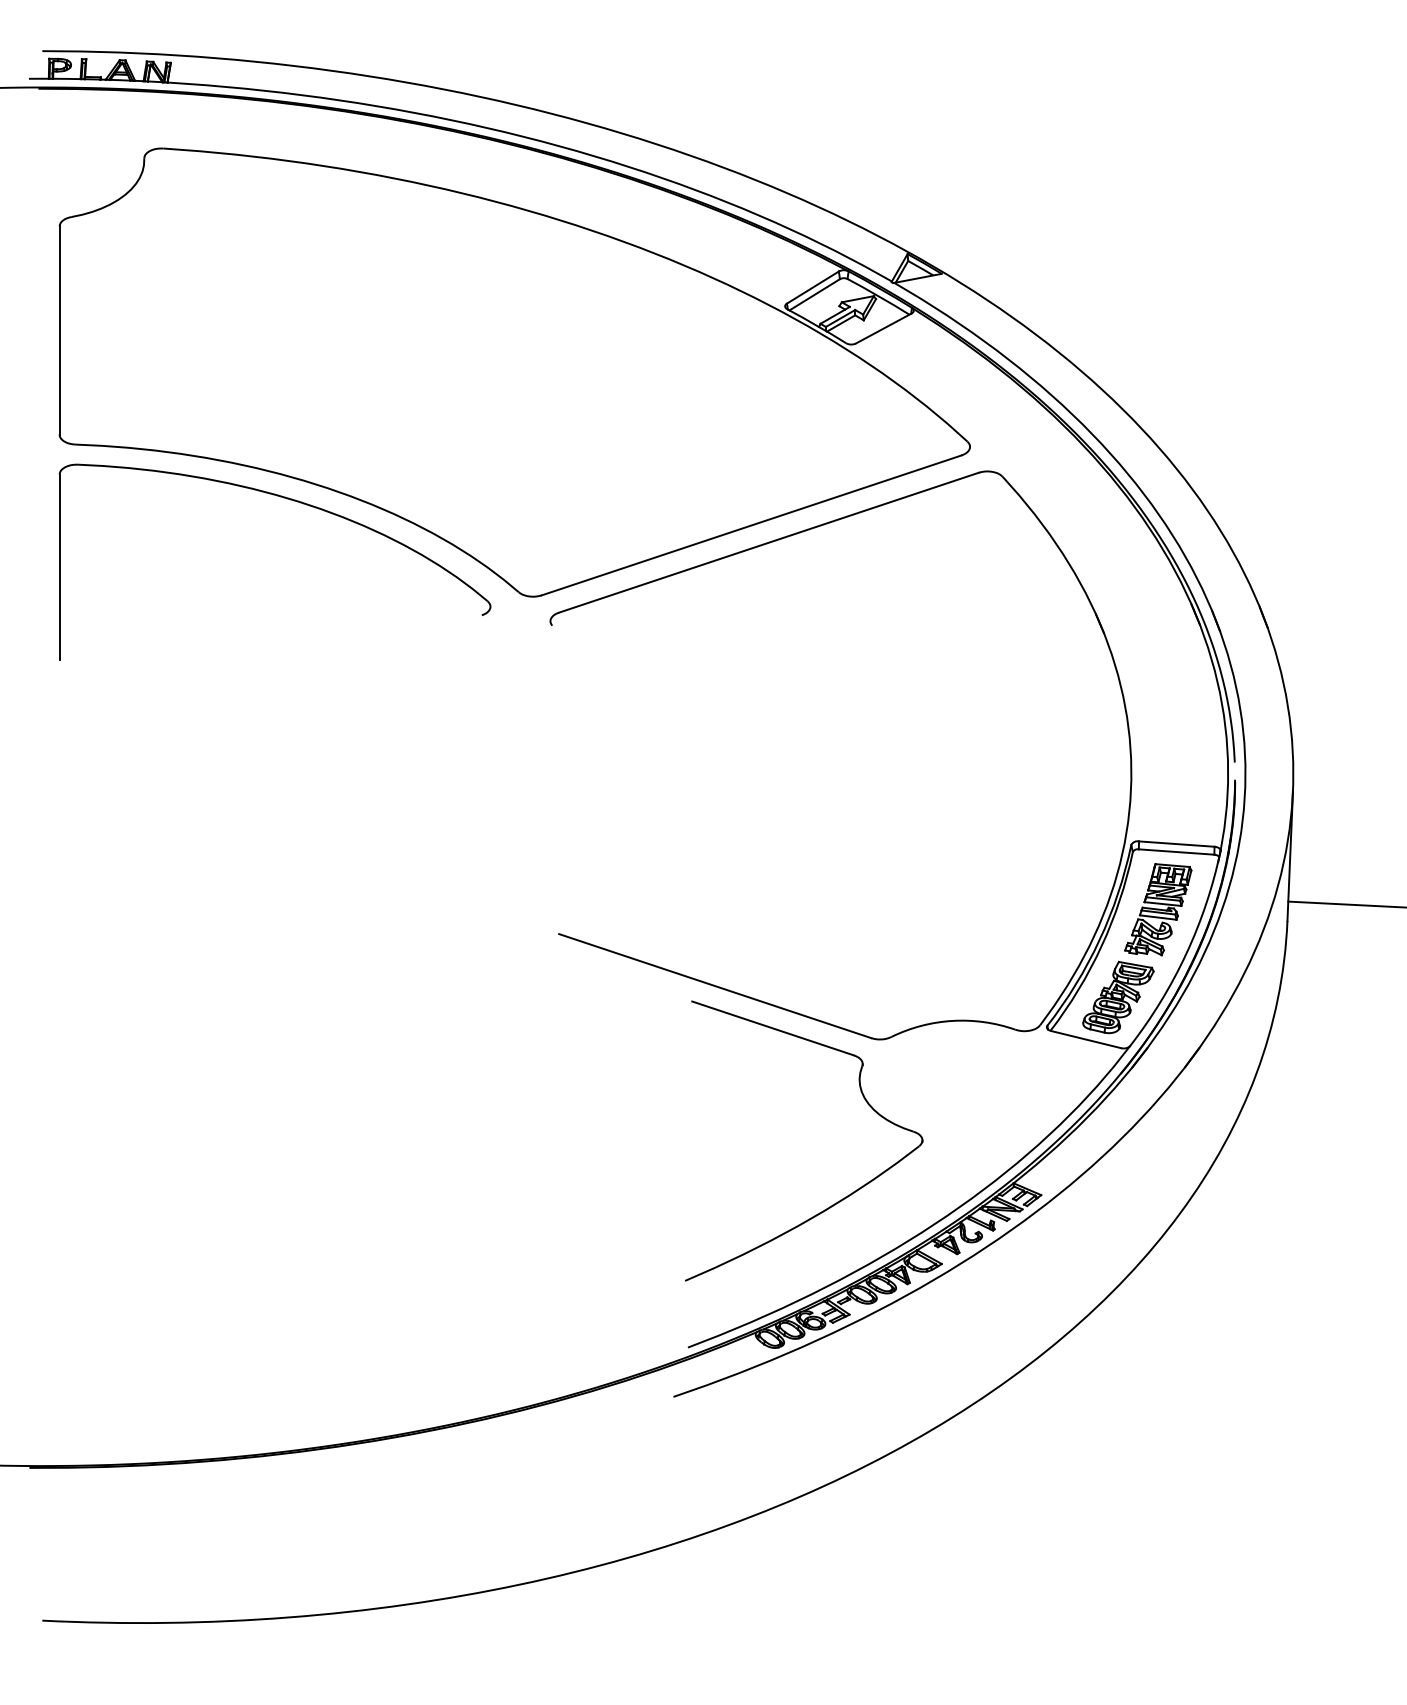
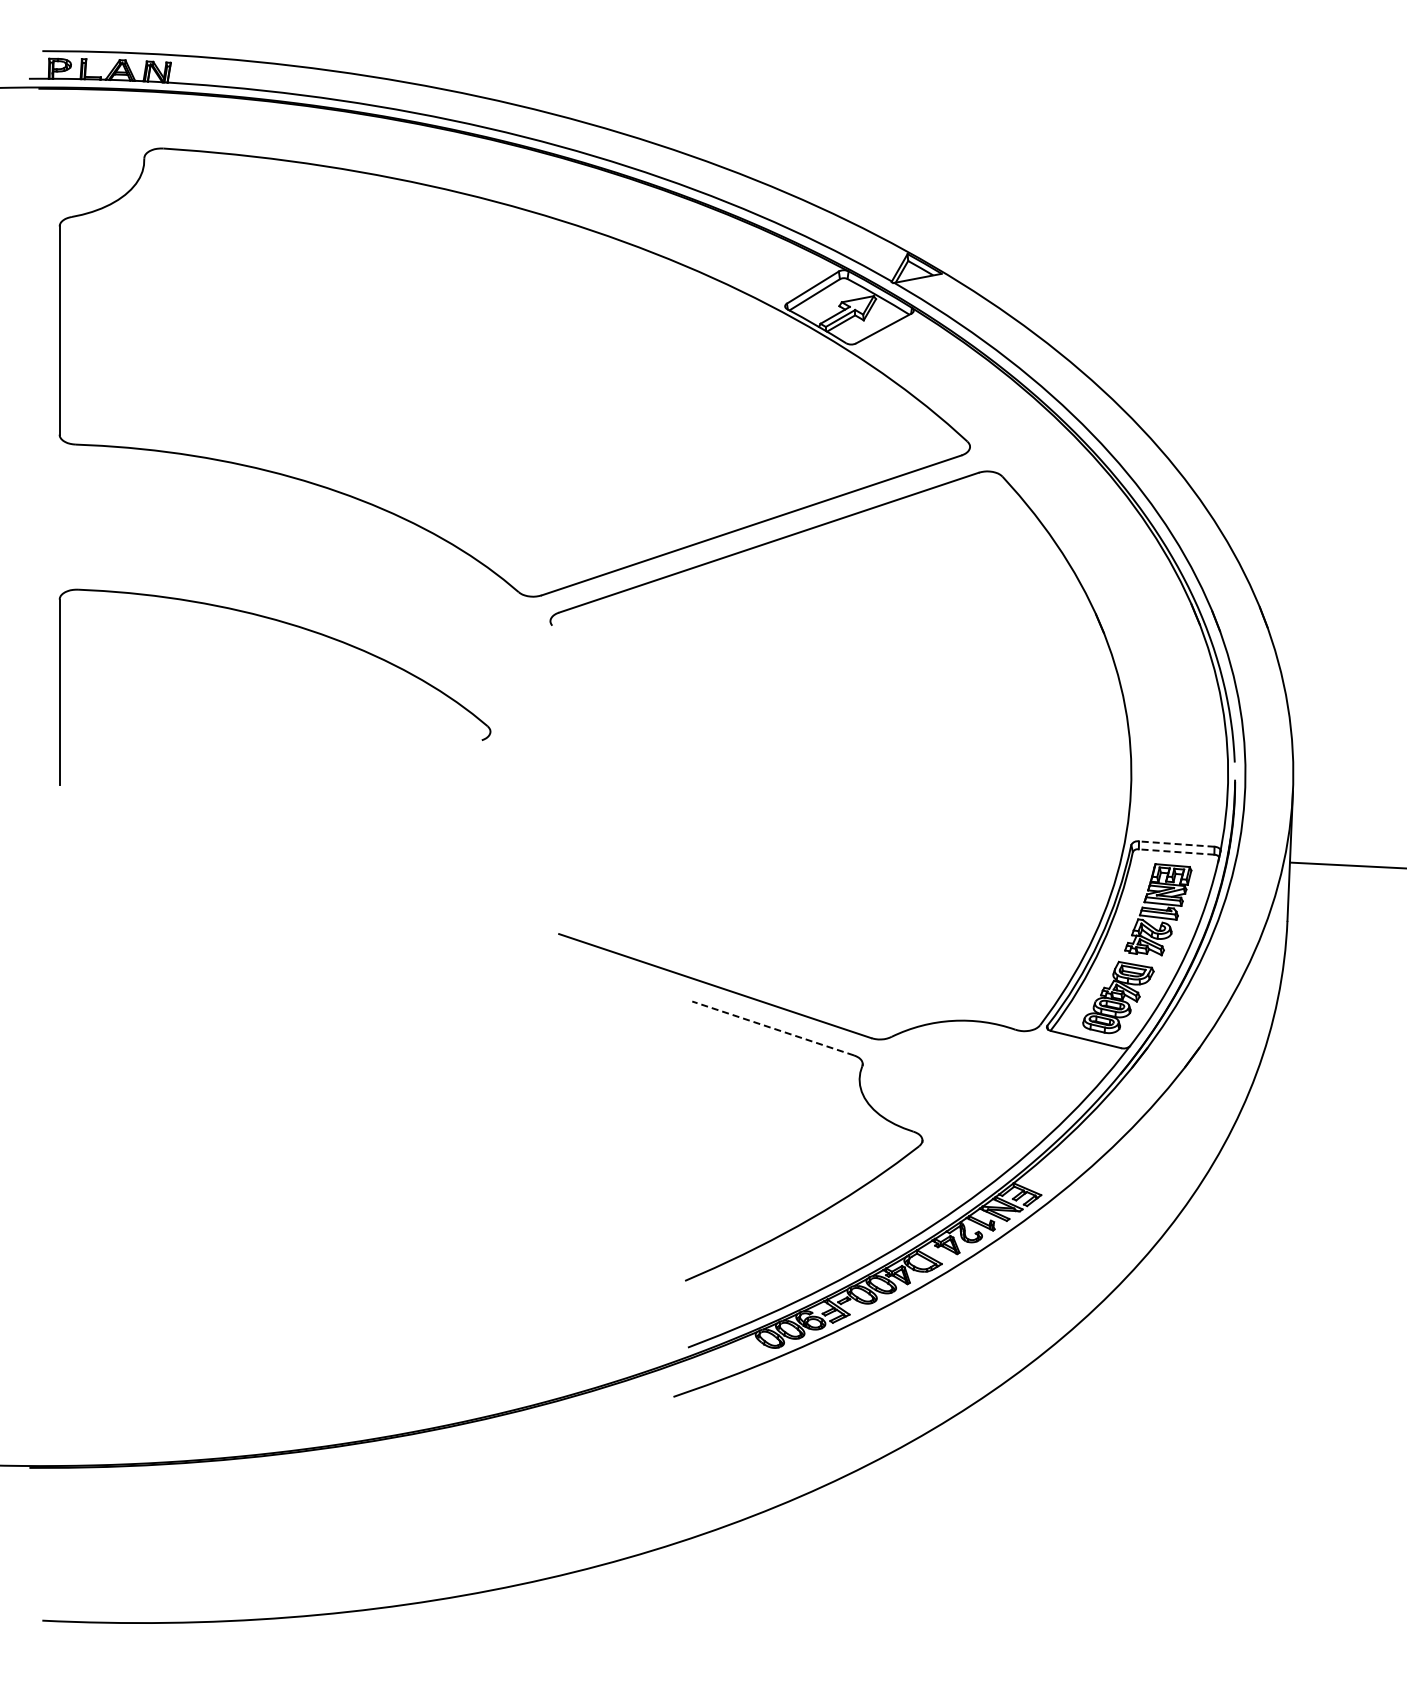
part at (293, 501) position: (293, 501) -> (293, 626)
line at (1176, 844): solid -> dashed
line at (1176, 852): solid -> dashed
line at (1345, 904) position: (1345, 904) -> (1346, 865)
line at (772, 1028): solid -> dashed
